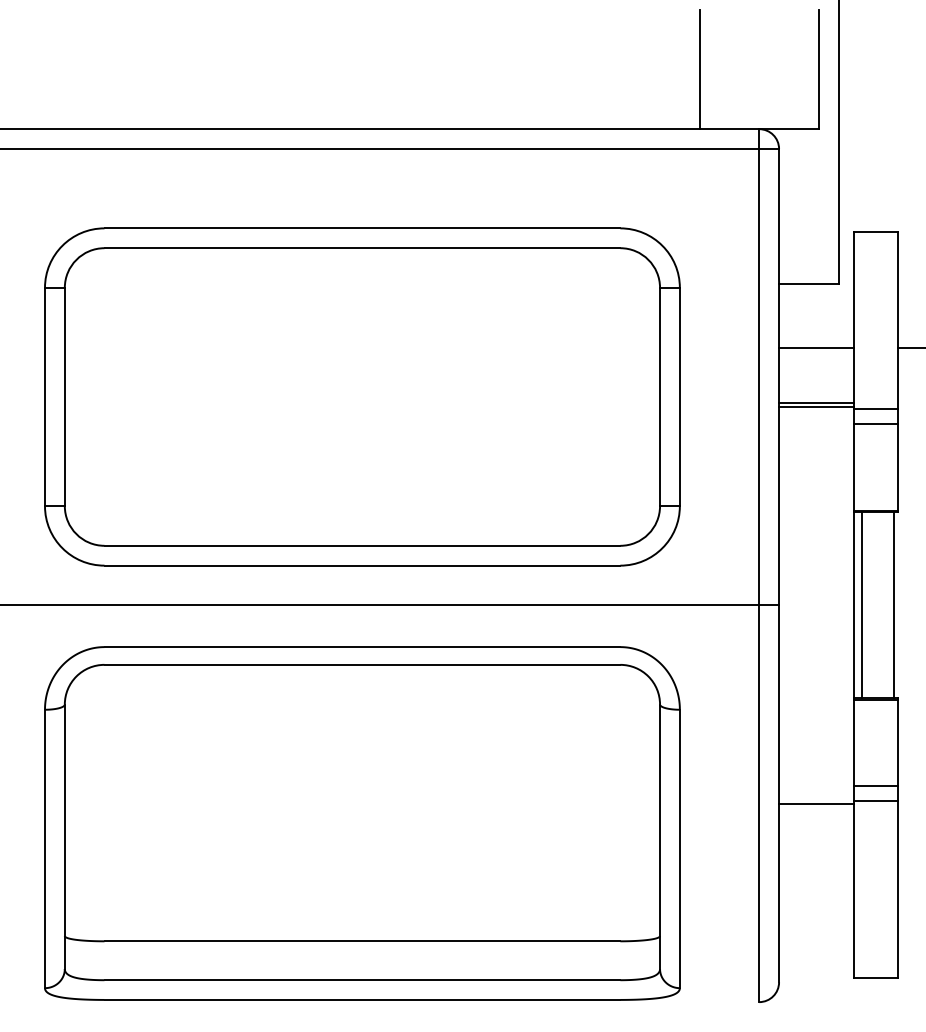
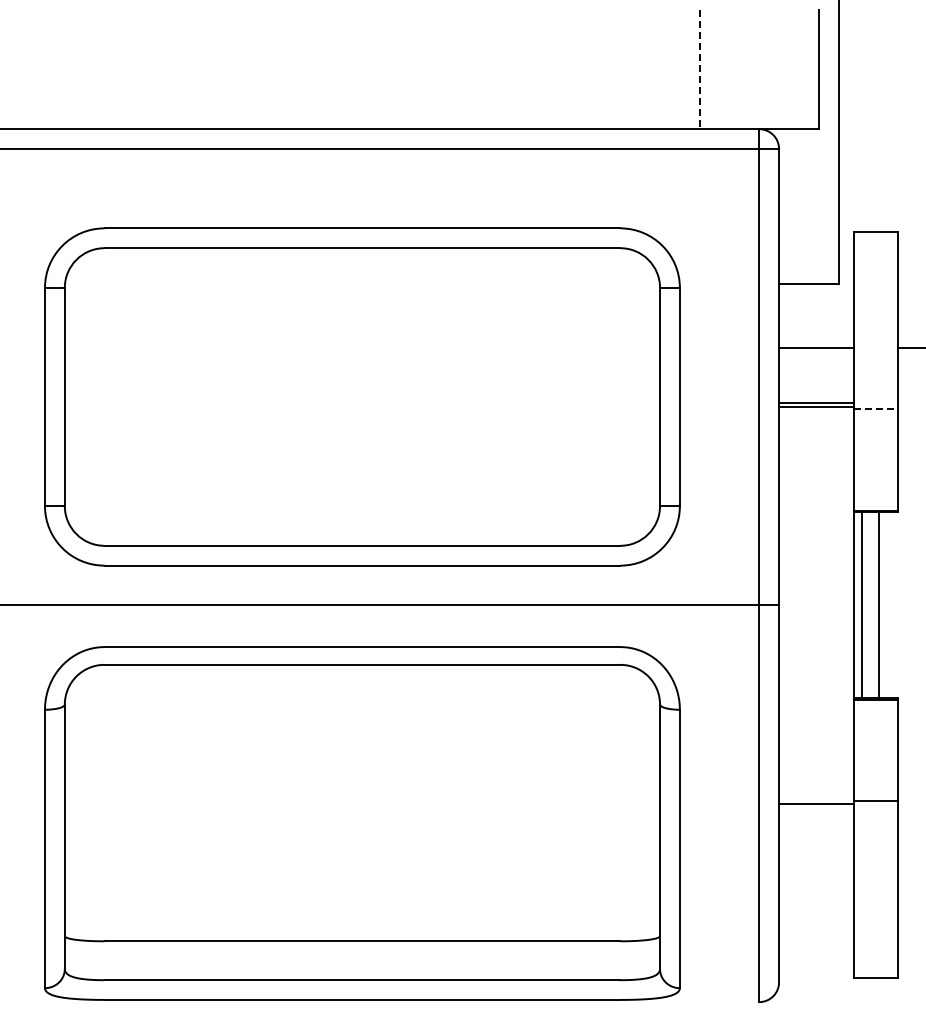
line at (699, 69): solid -> dashed
line at (876, 409): solid -> dashed
line at (876, 424): present -> none
line at (894, 605) position: (894, 605) -> (879, 605)
line at (876, 786): present -> none
